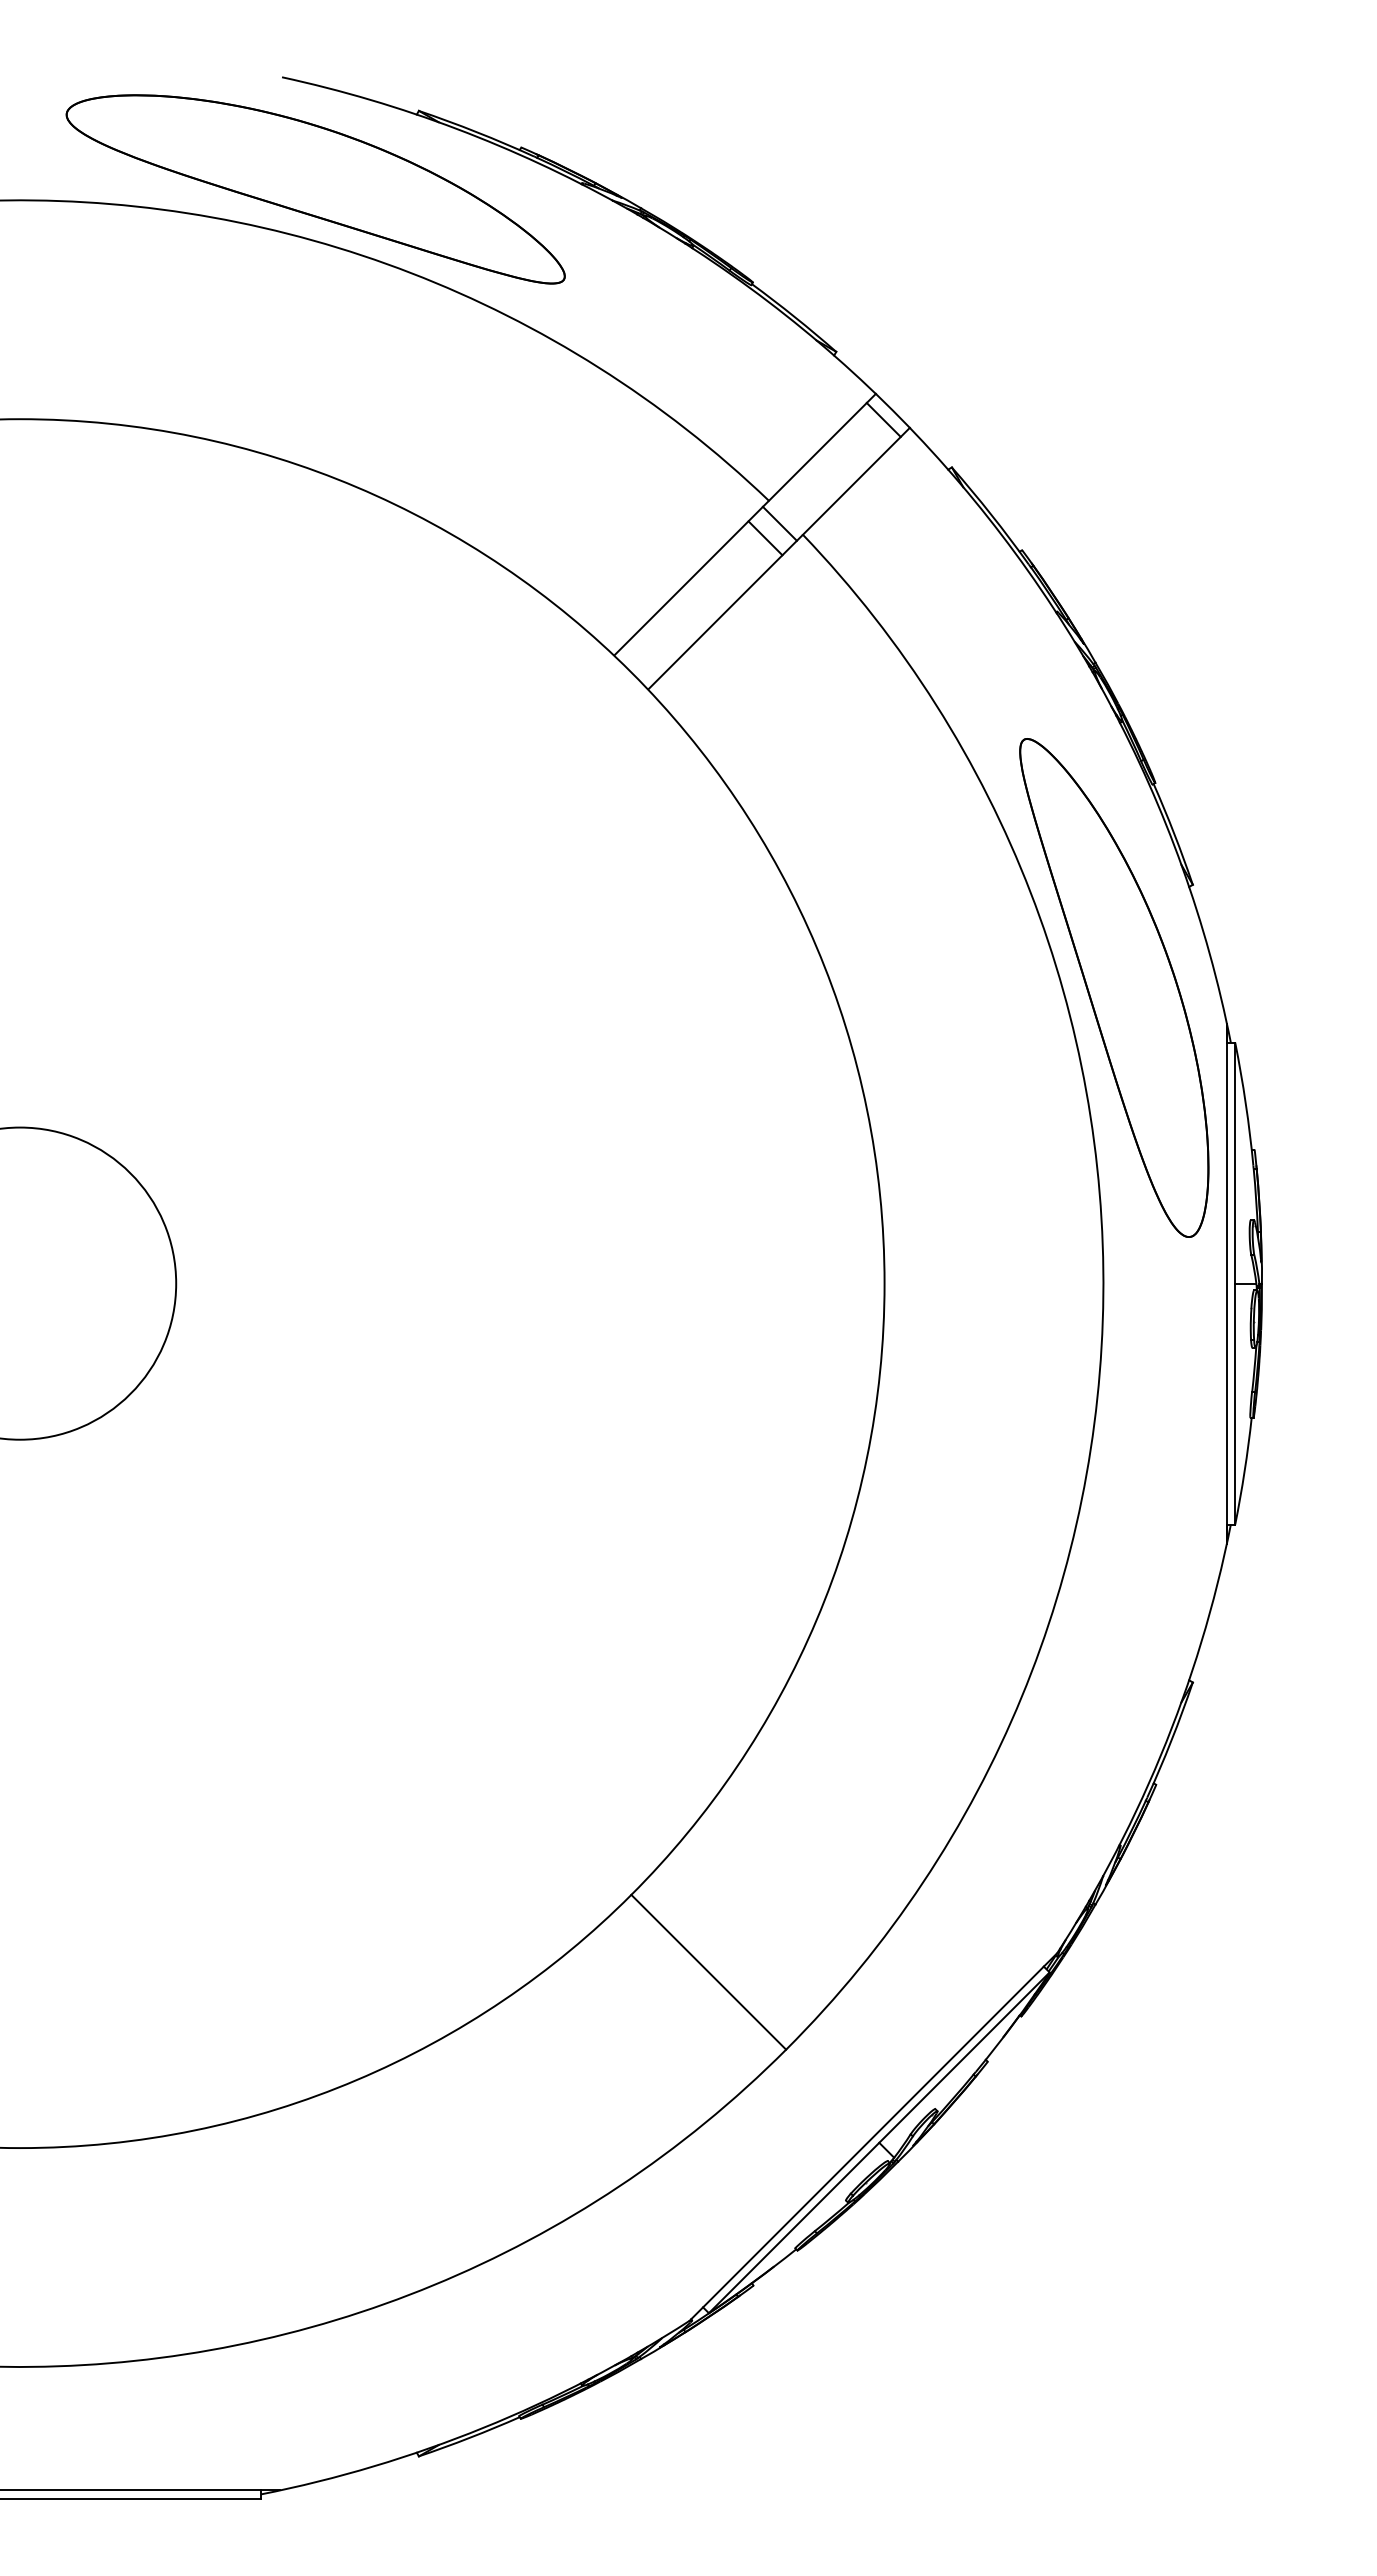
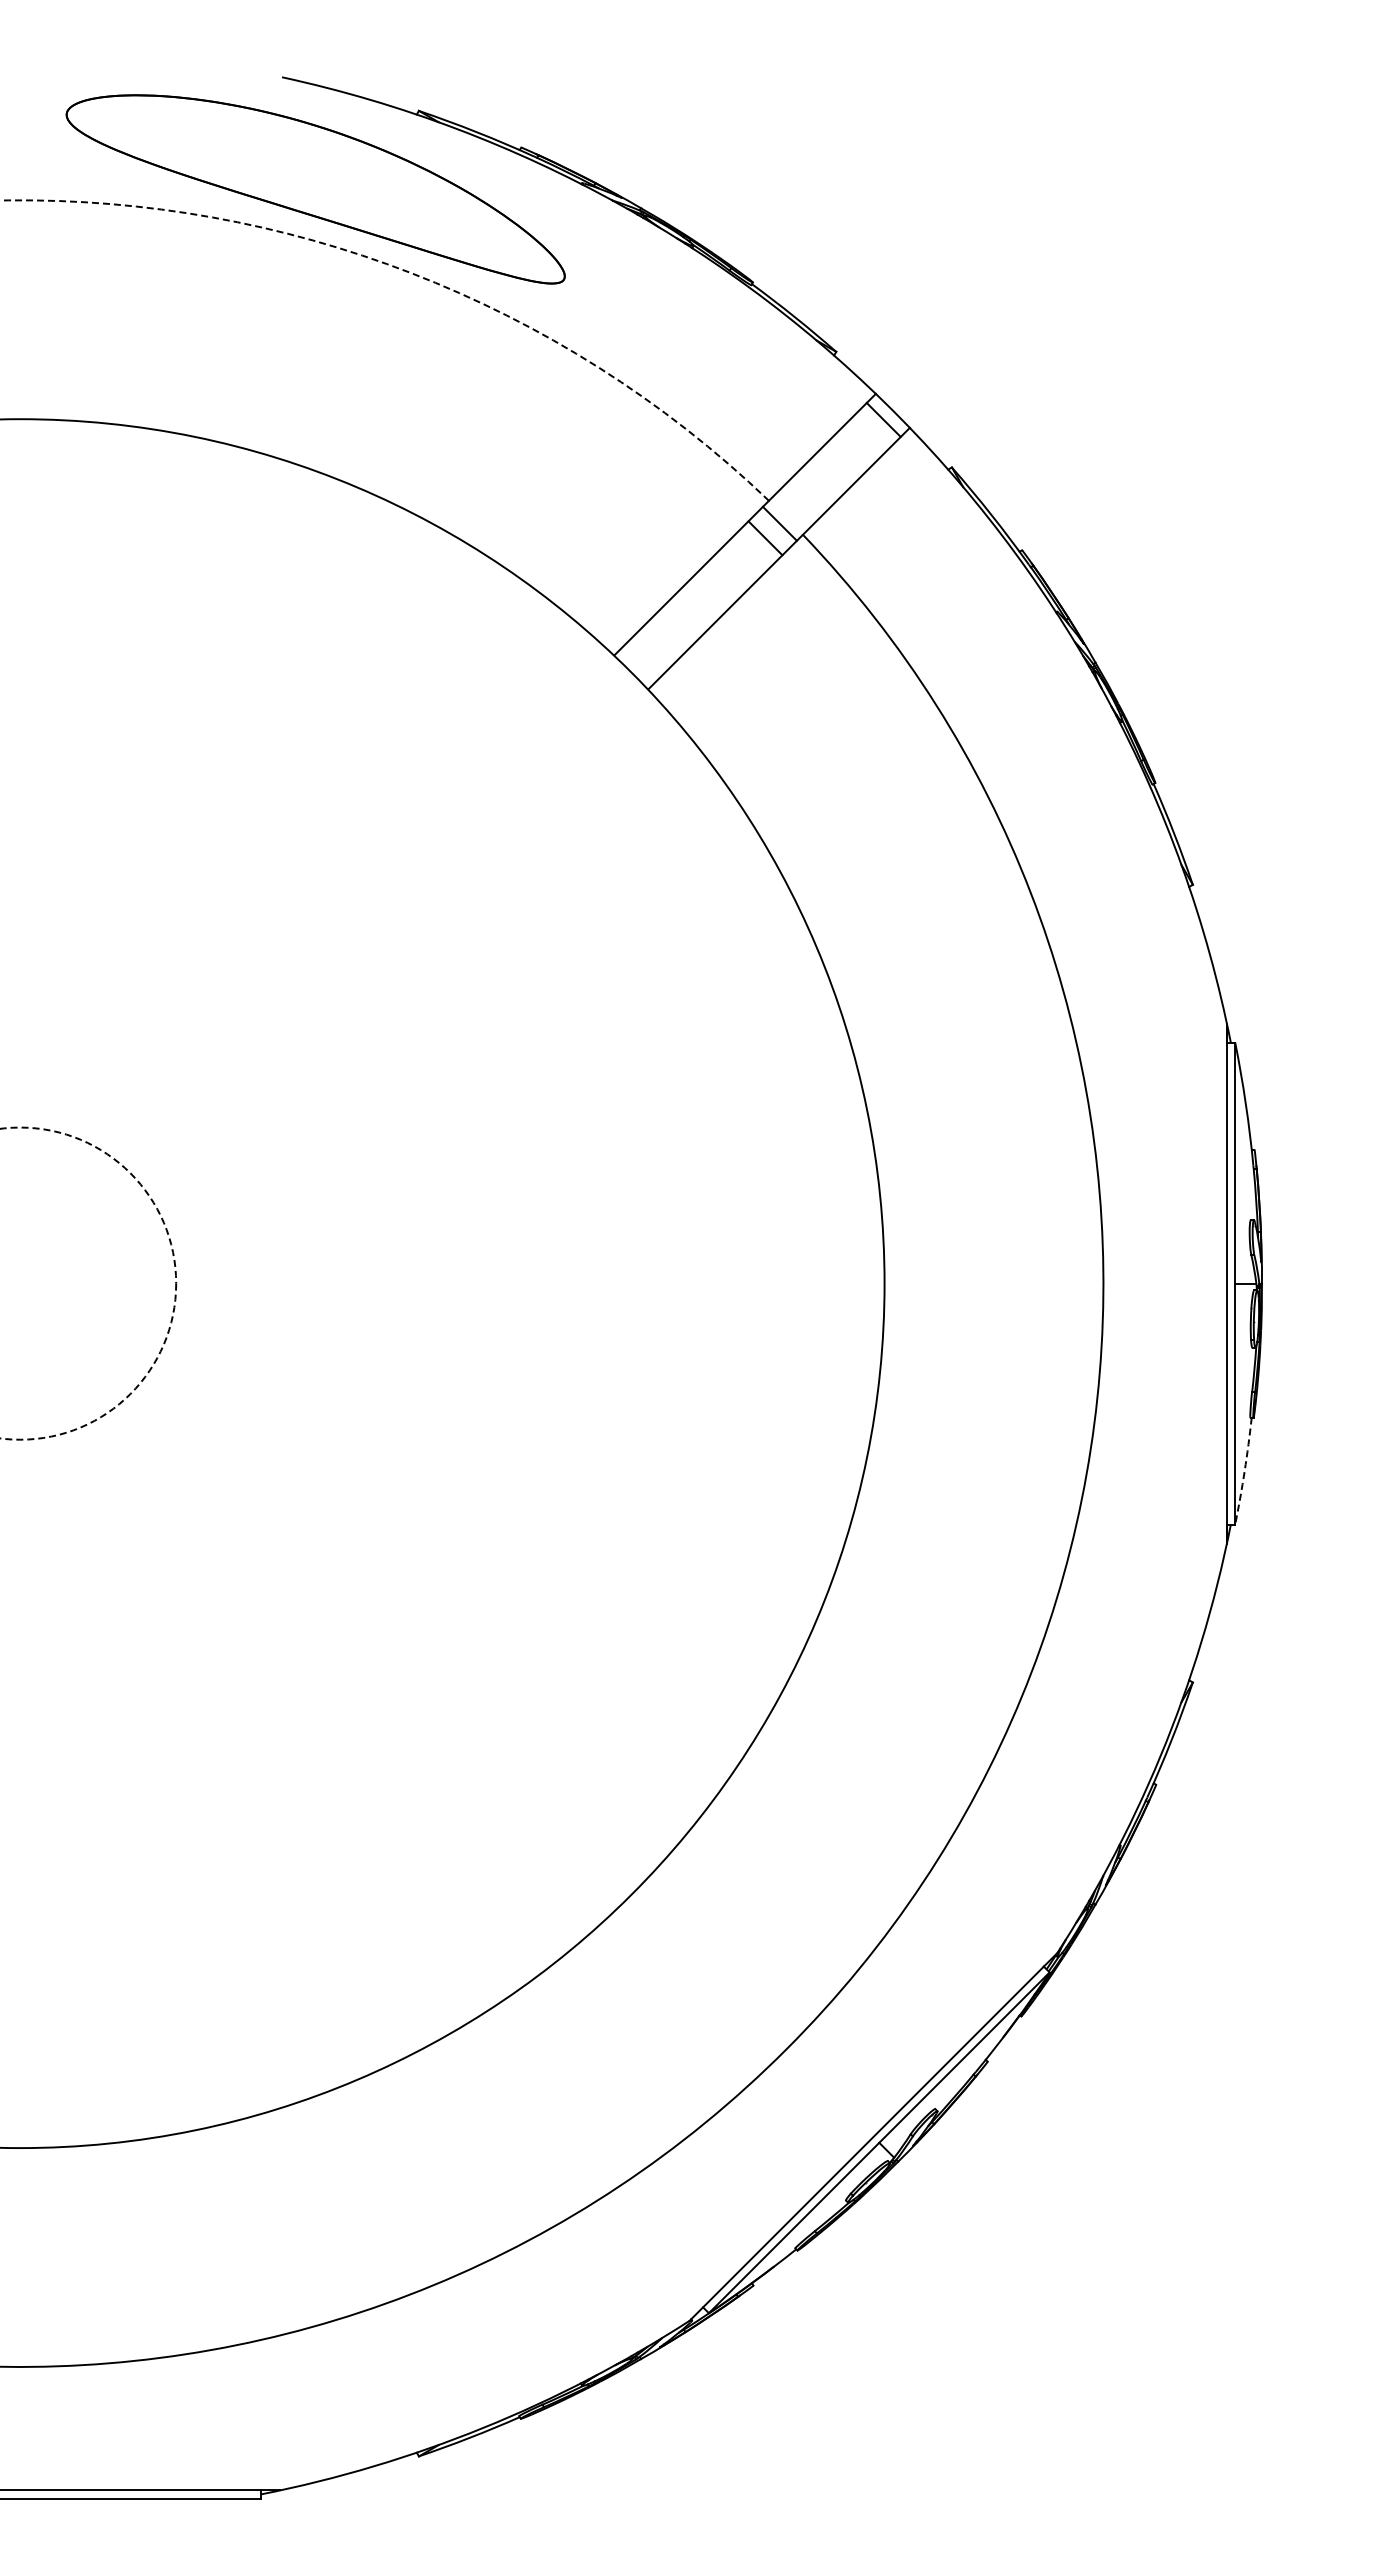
arc at (415, 274): solid -> dashed
part at (1114, 987): present -> none
circle at (88, 1283): solid -> dashed
arc at (1244, 1471): solid -> dashed
line at (708, 1971): present -> none
